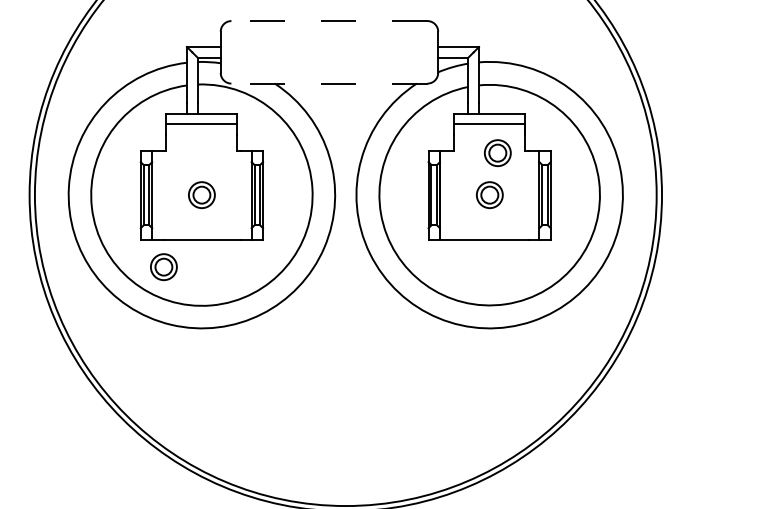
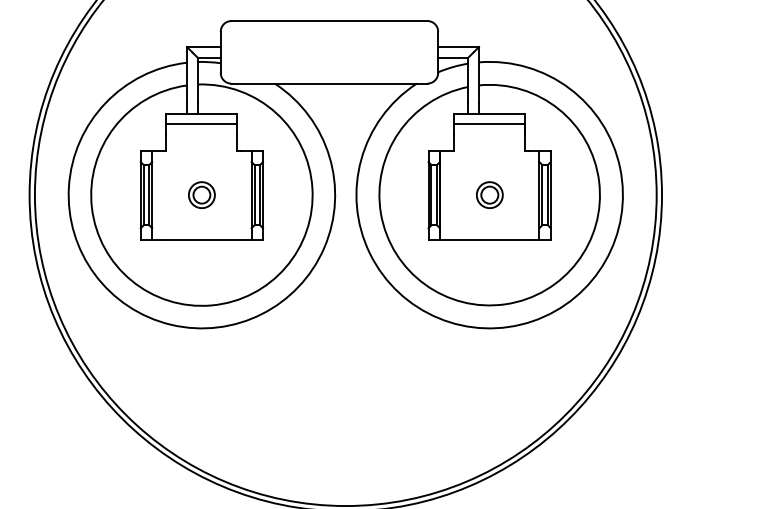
line at (328, 21): dashed -> solid
line at (328, 83): dashed -> solid
part at (497, 152): present -> none
part at (163, 266): present -> none
